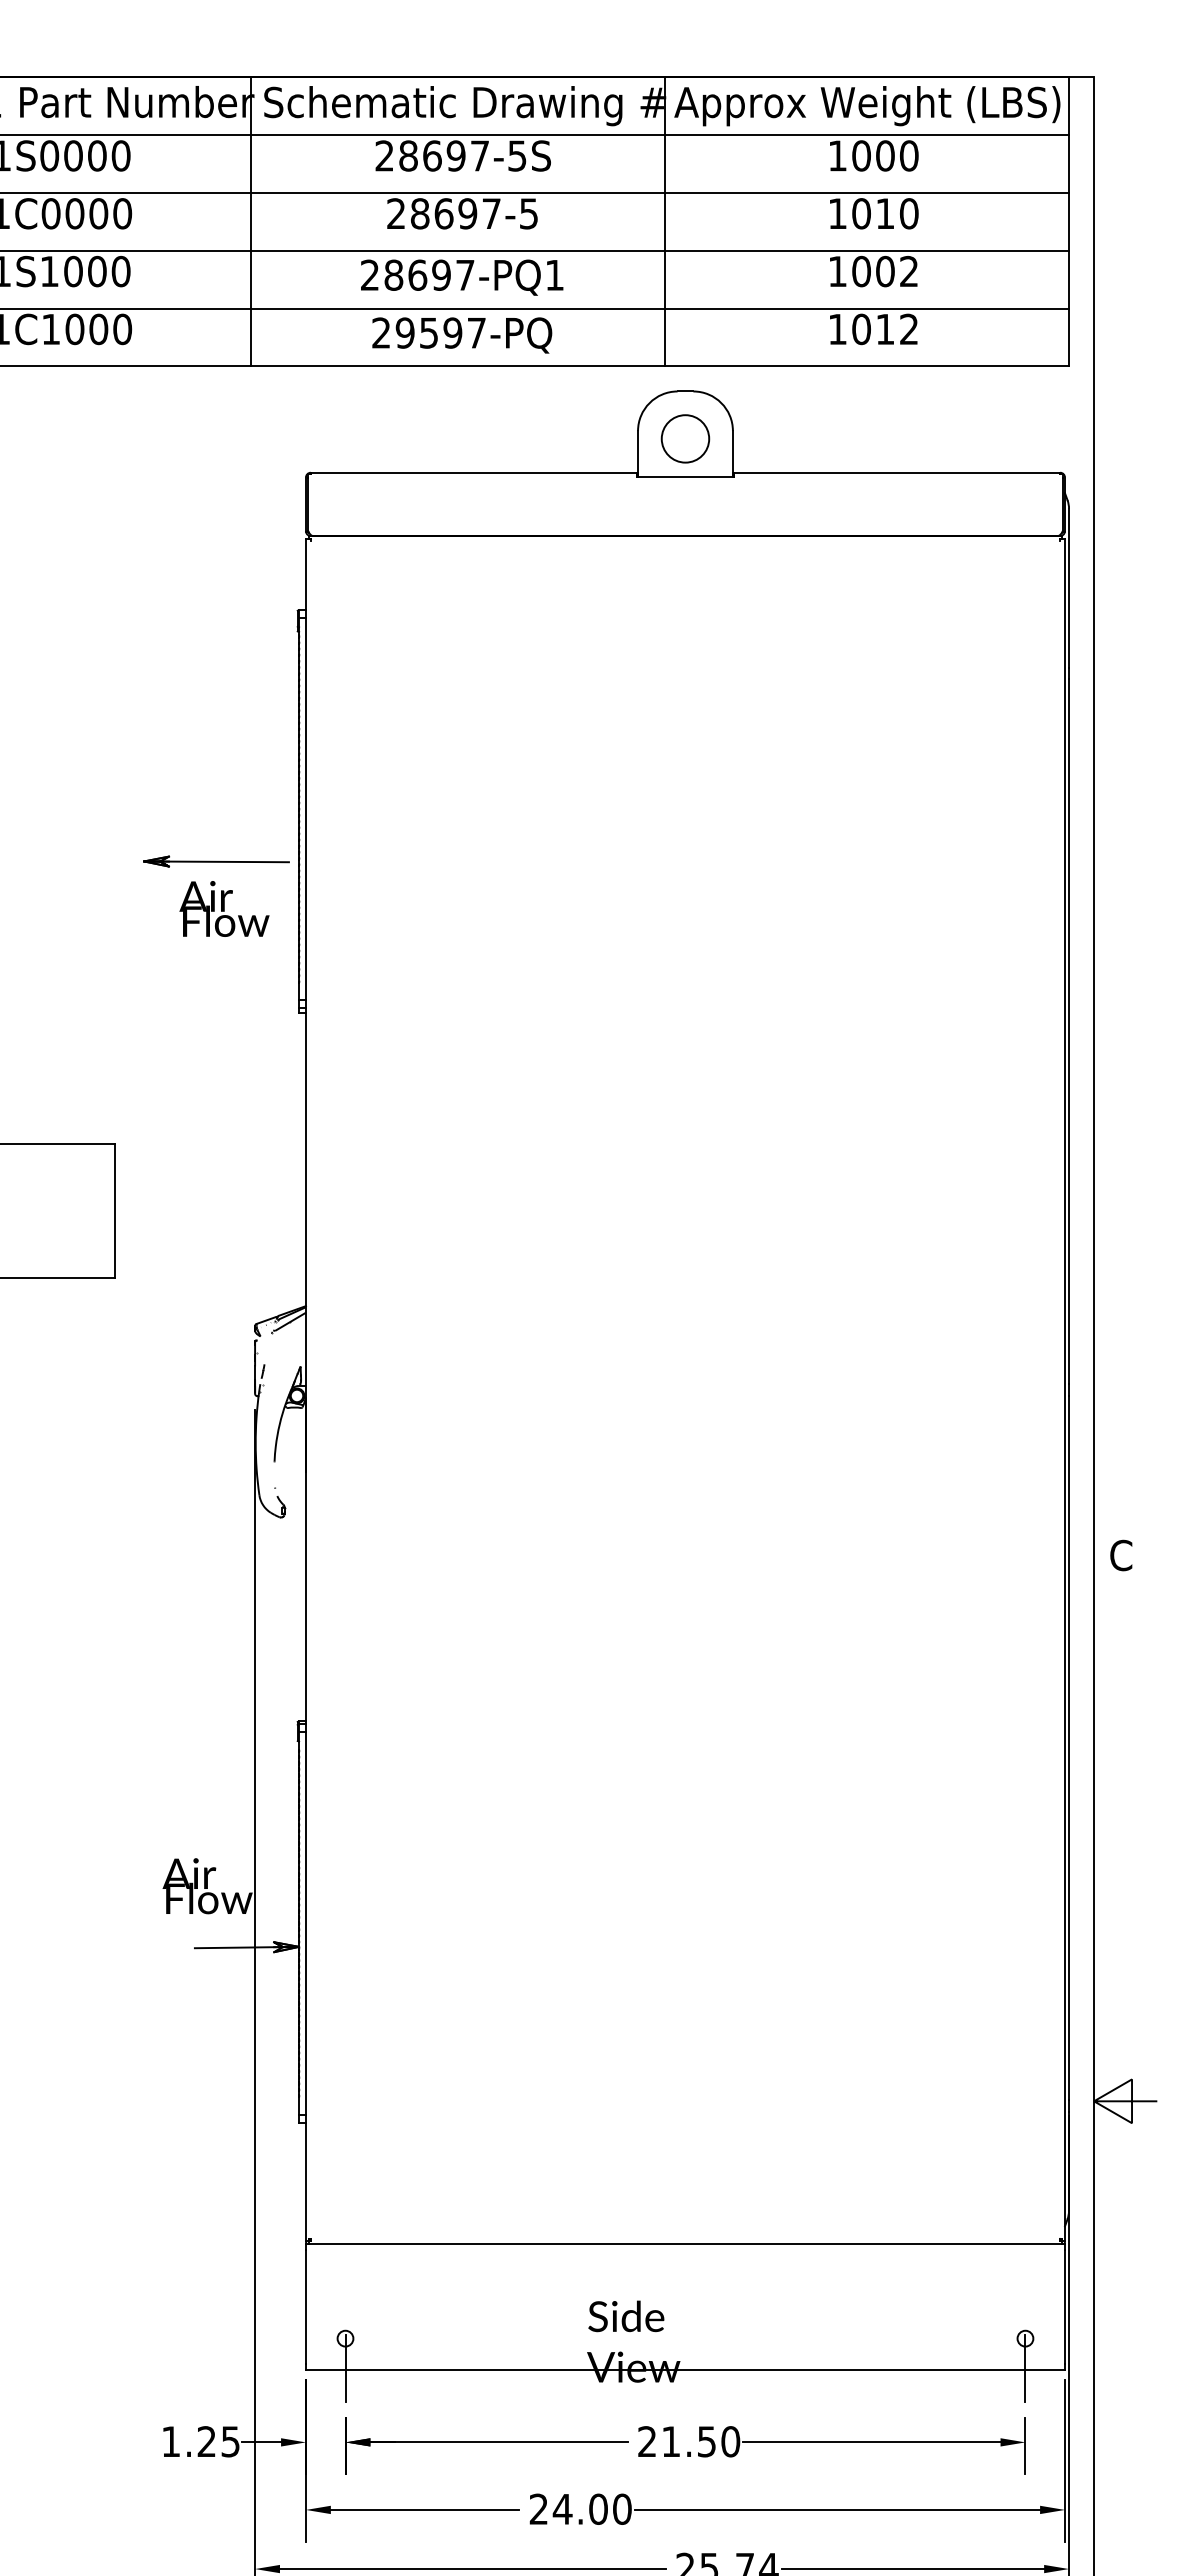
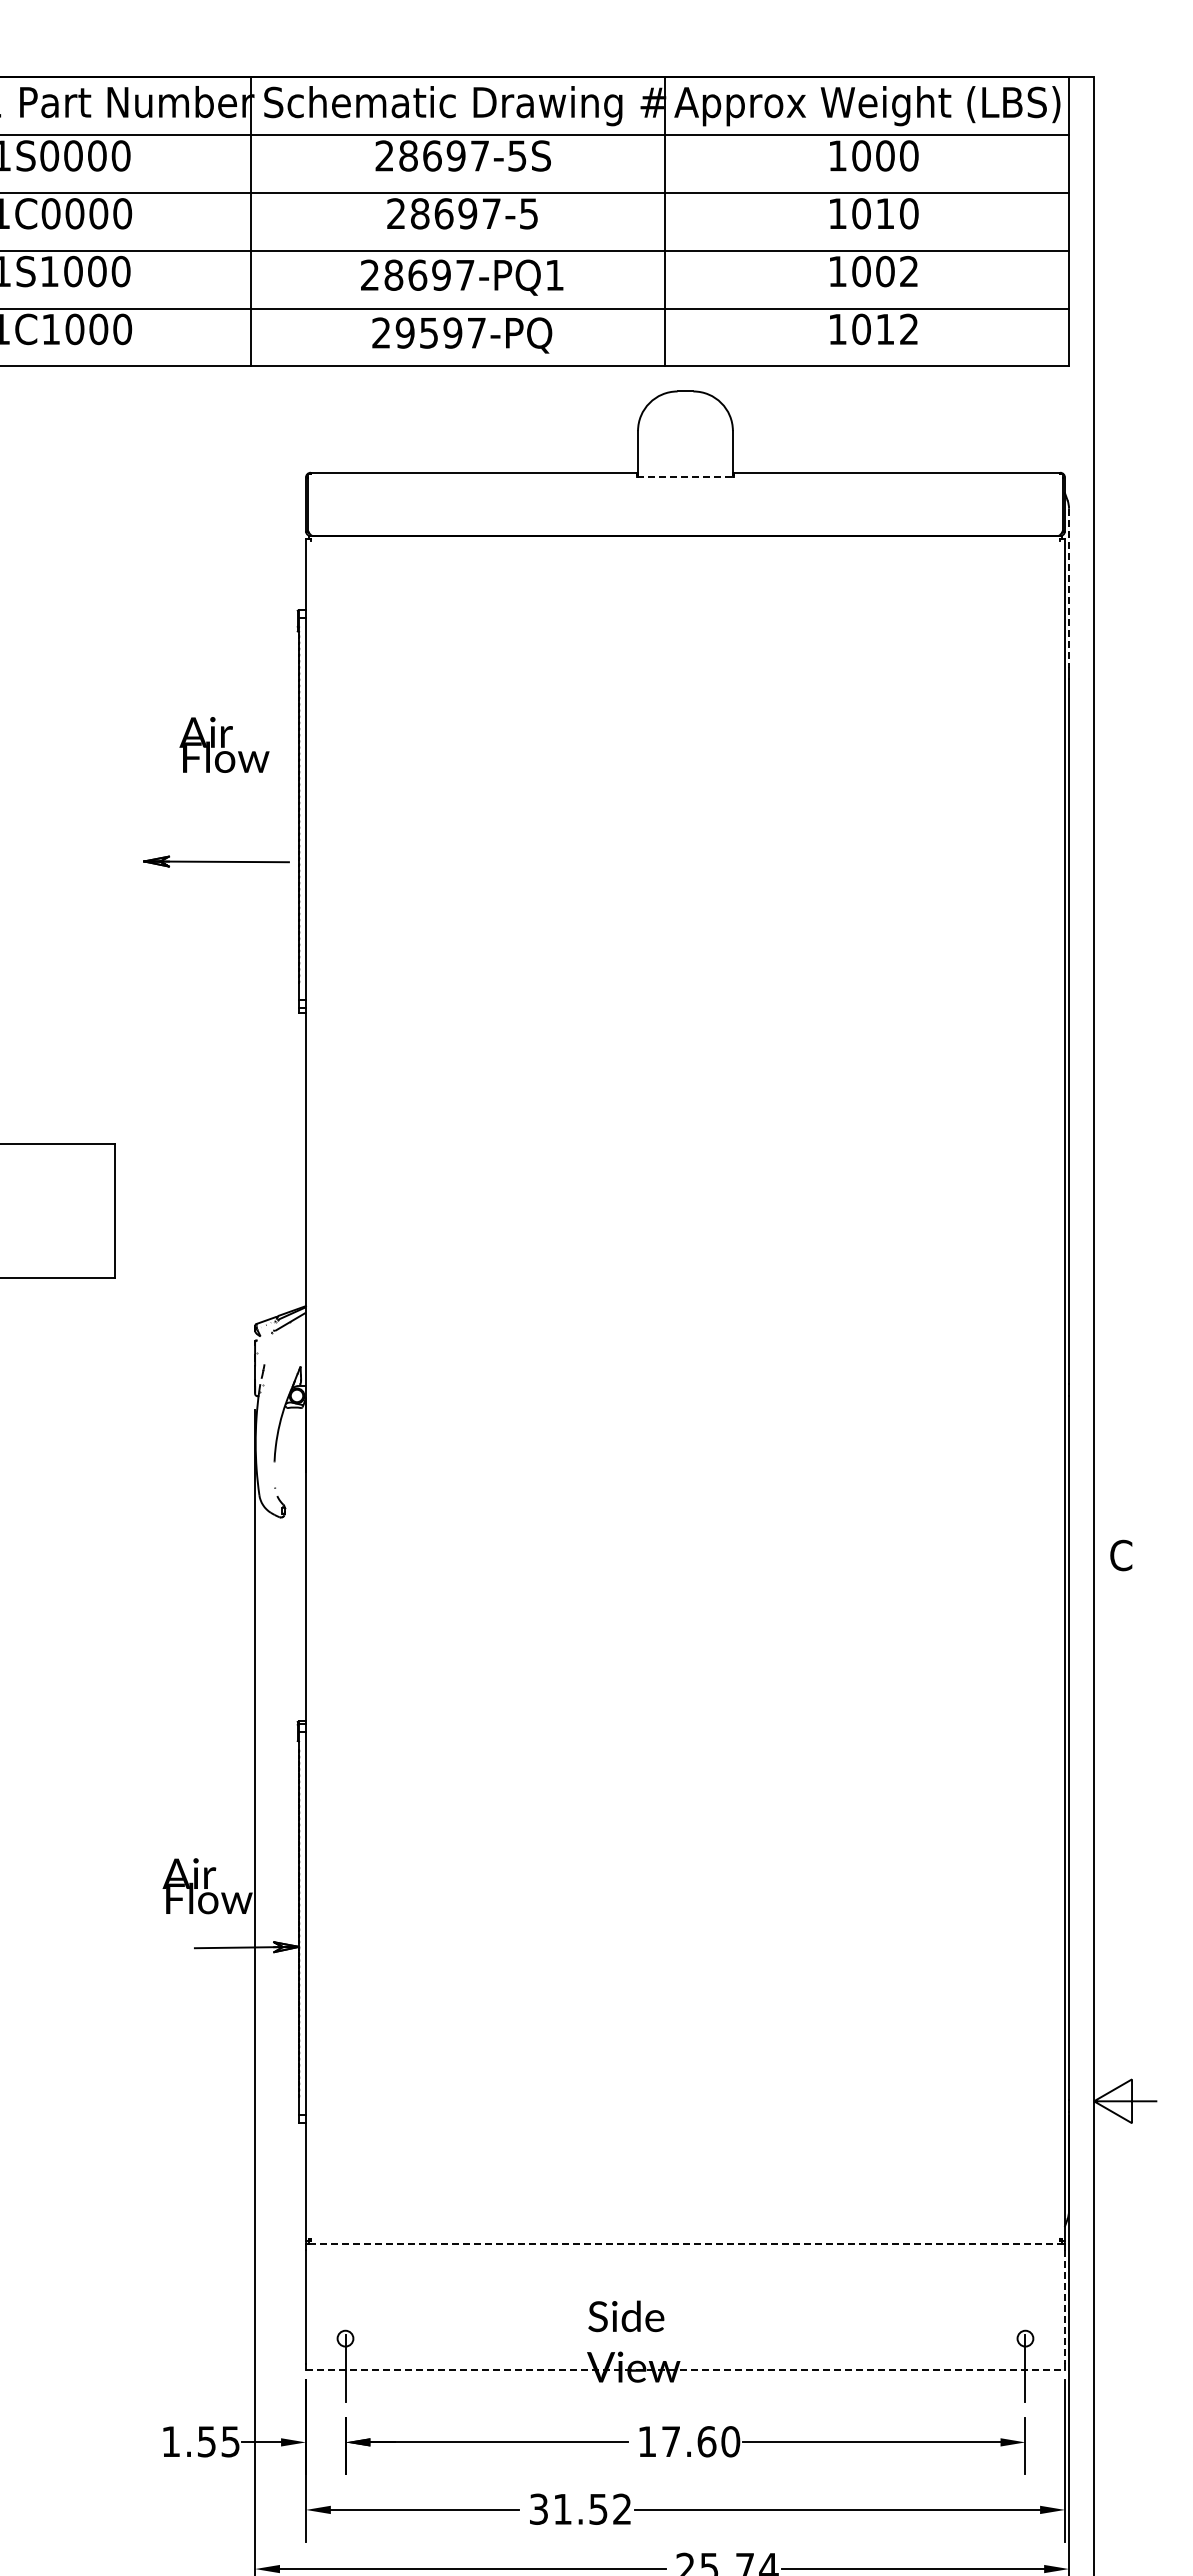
circle at (685, 438): present -> none
line at (685, 477): solid -> dashed
line at (1069, 588): solid -> dashed
text at (224, 908) position: (224, 908) -> (224, 744)
line at (685, 2243): solid -> dashed
line at (1064, 2307): solid -> dashed
line at (685, 2370): solid -> dashed
text at (206, 2441): 1.25 -> 1.55
text at (677, 2441): 21.50 -> 17.60
text at (580, 2508): 24.00 -> 31.52
